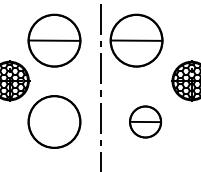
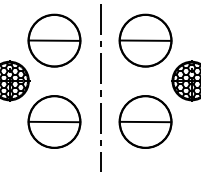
part at (136, 40) position: (136, 40) -> (145, 40)
line at (54, 121): none -> present
part at (145, 121) size: 33x34 px -> 55x54 px
